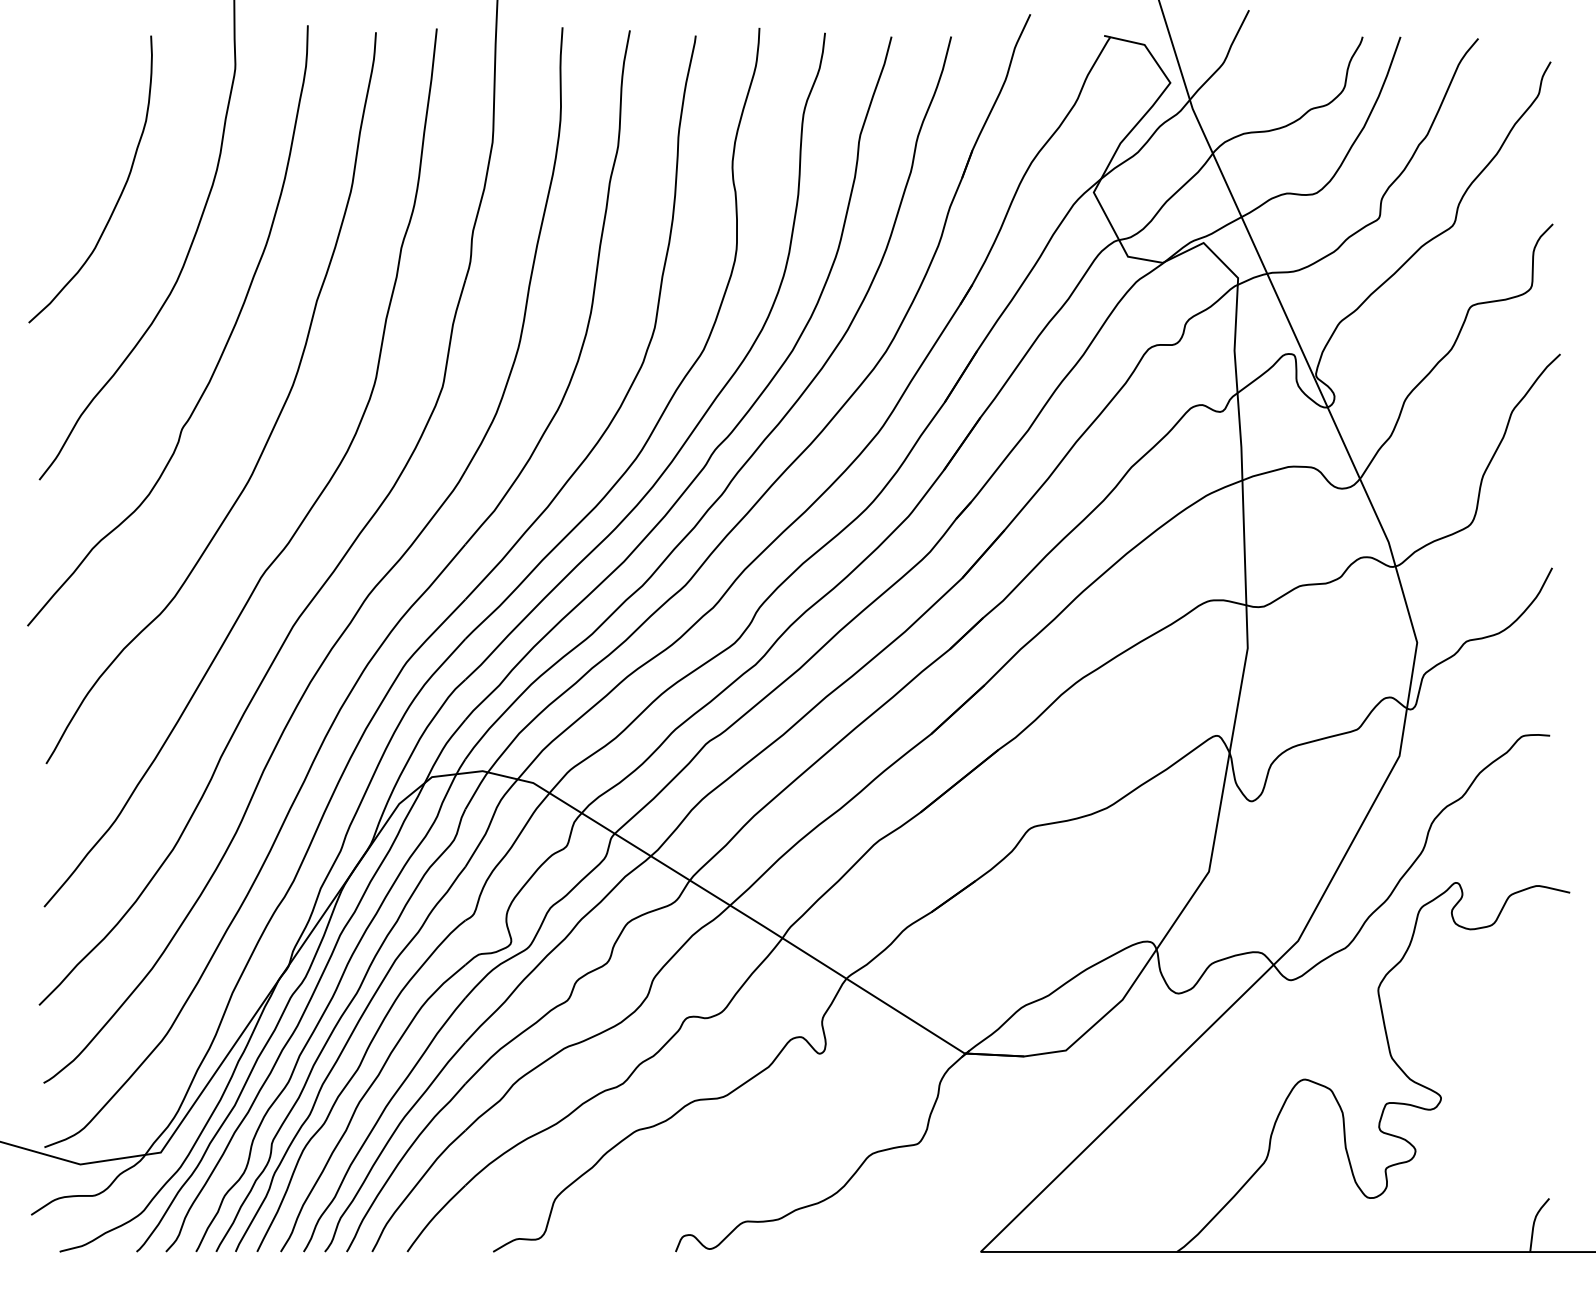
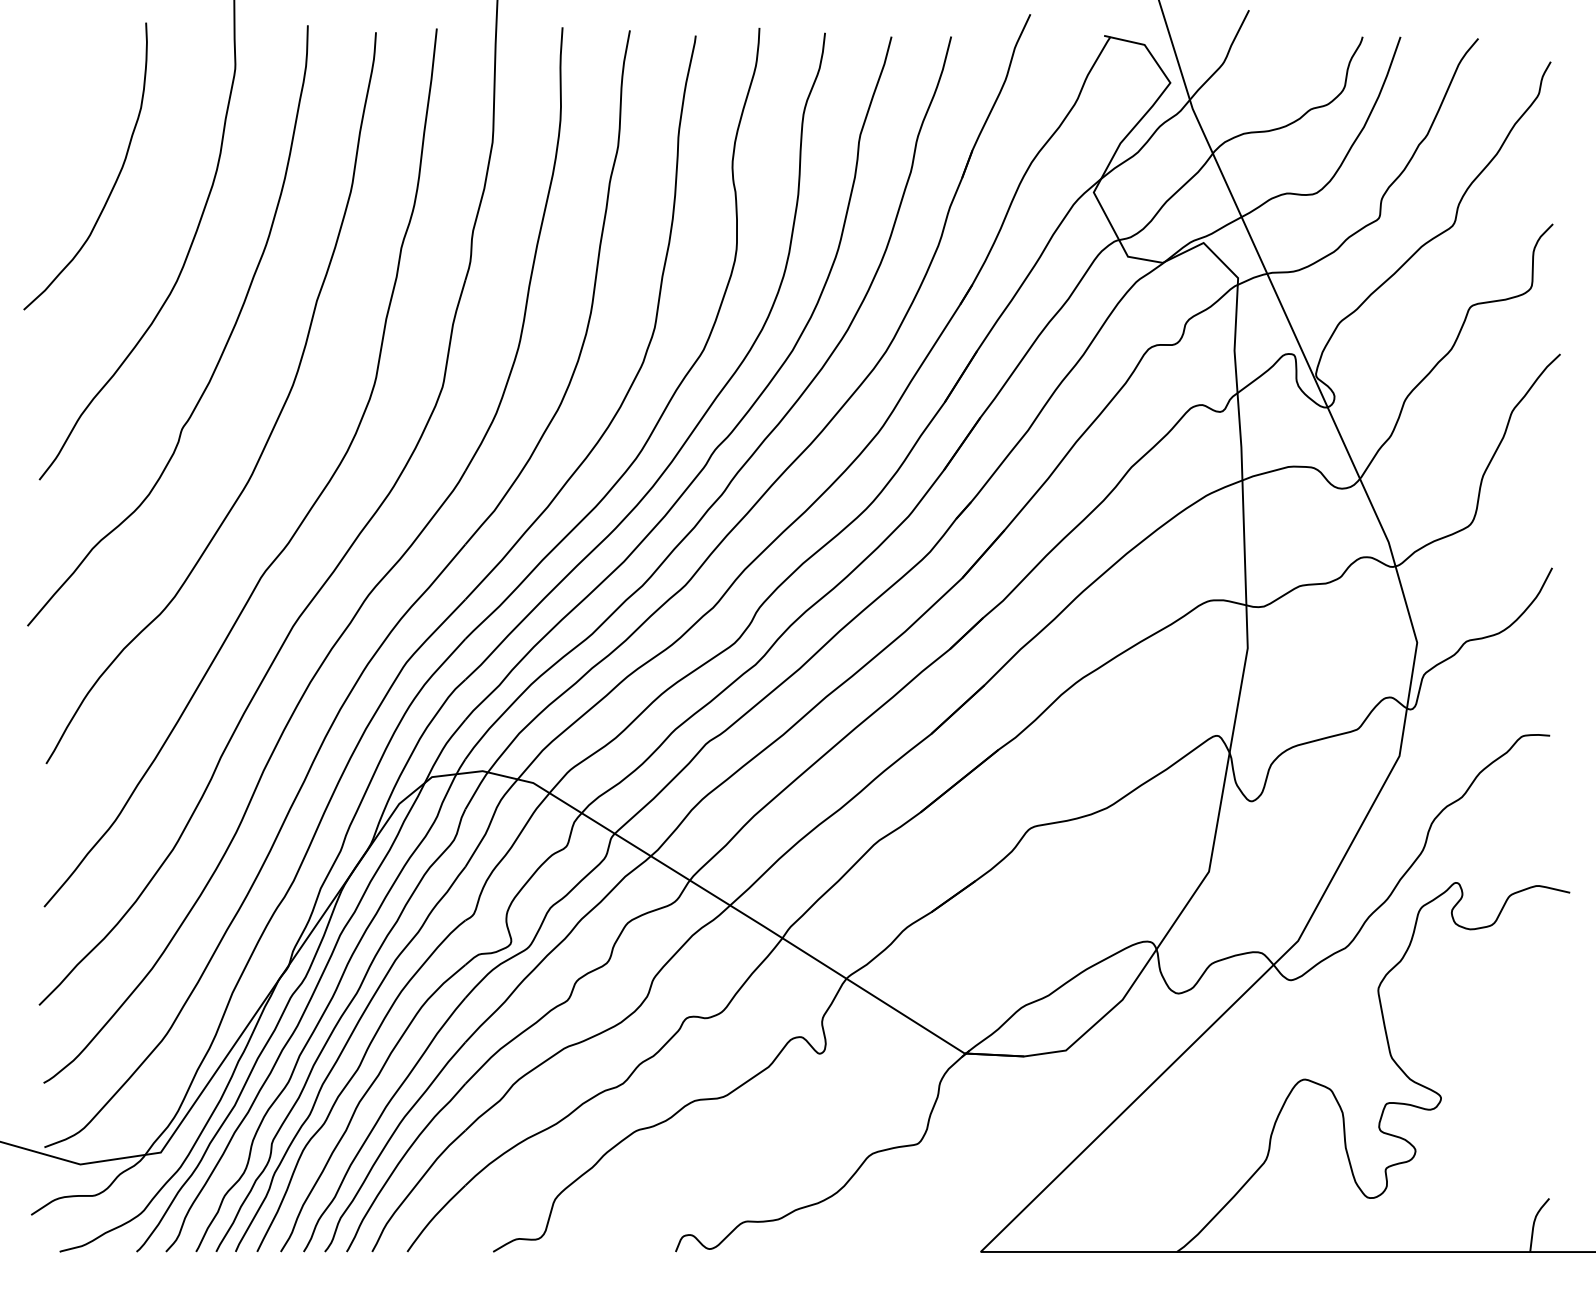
curve at (120, 193) position: (120, 193) -> (115, 180)
